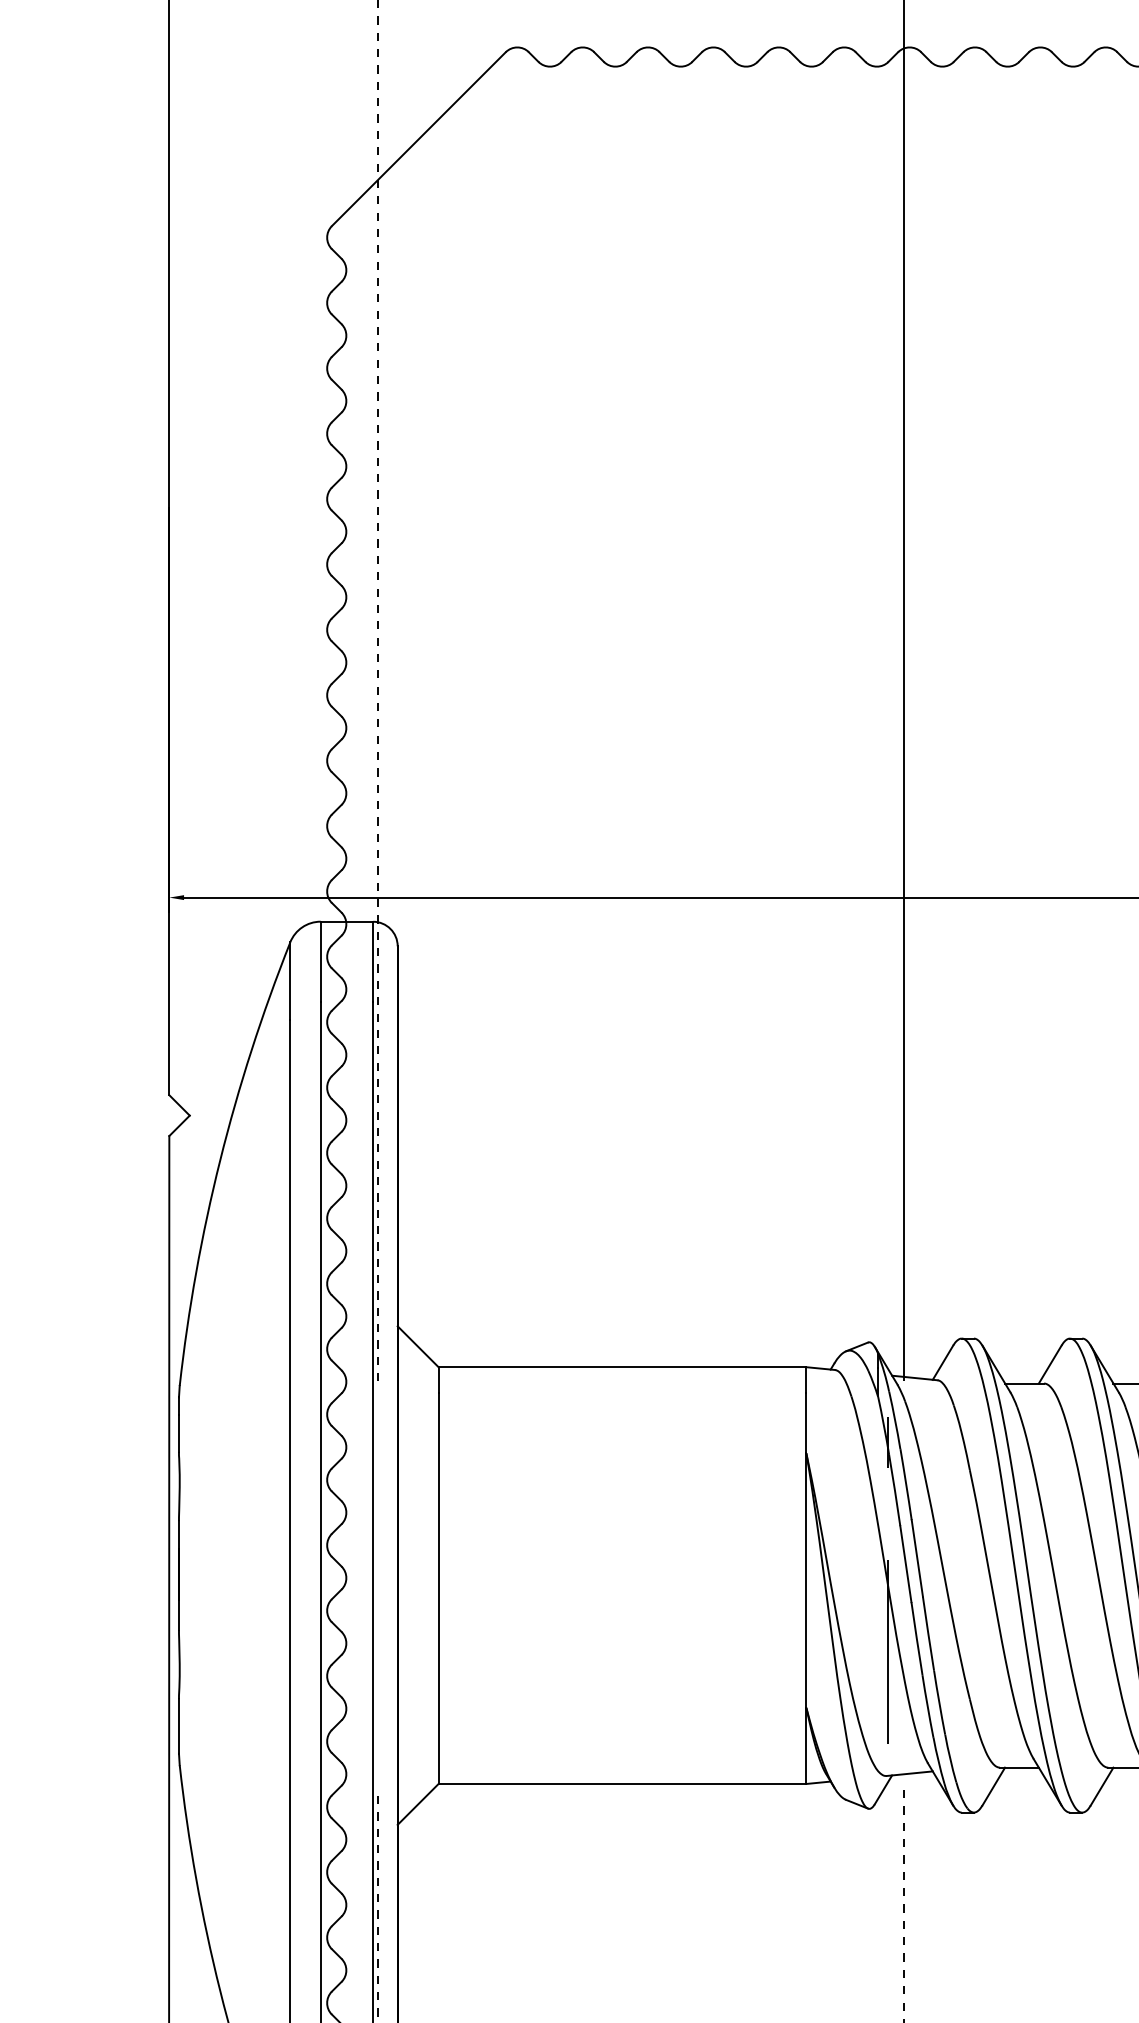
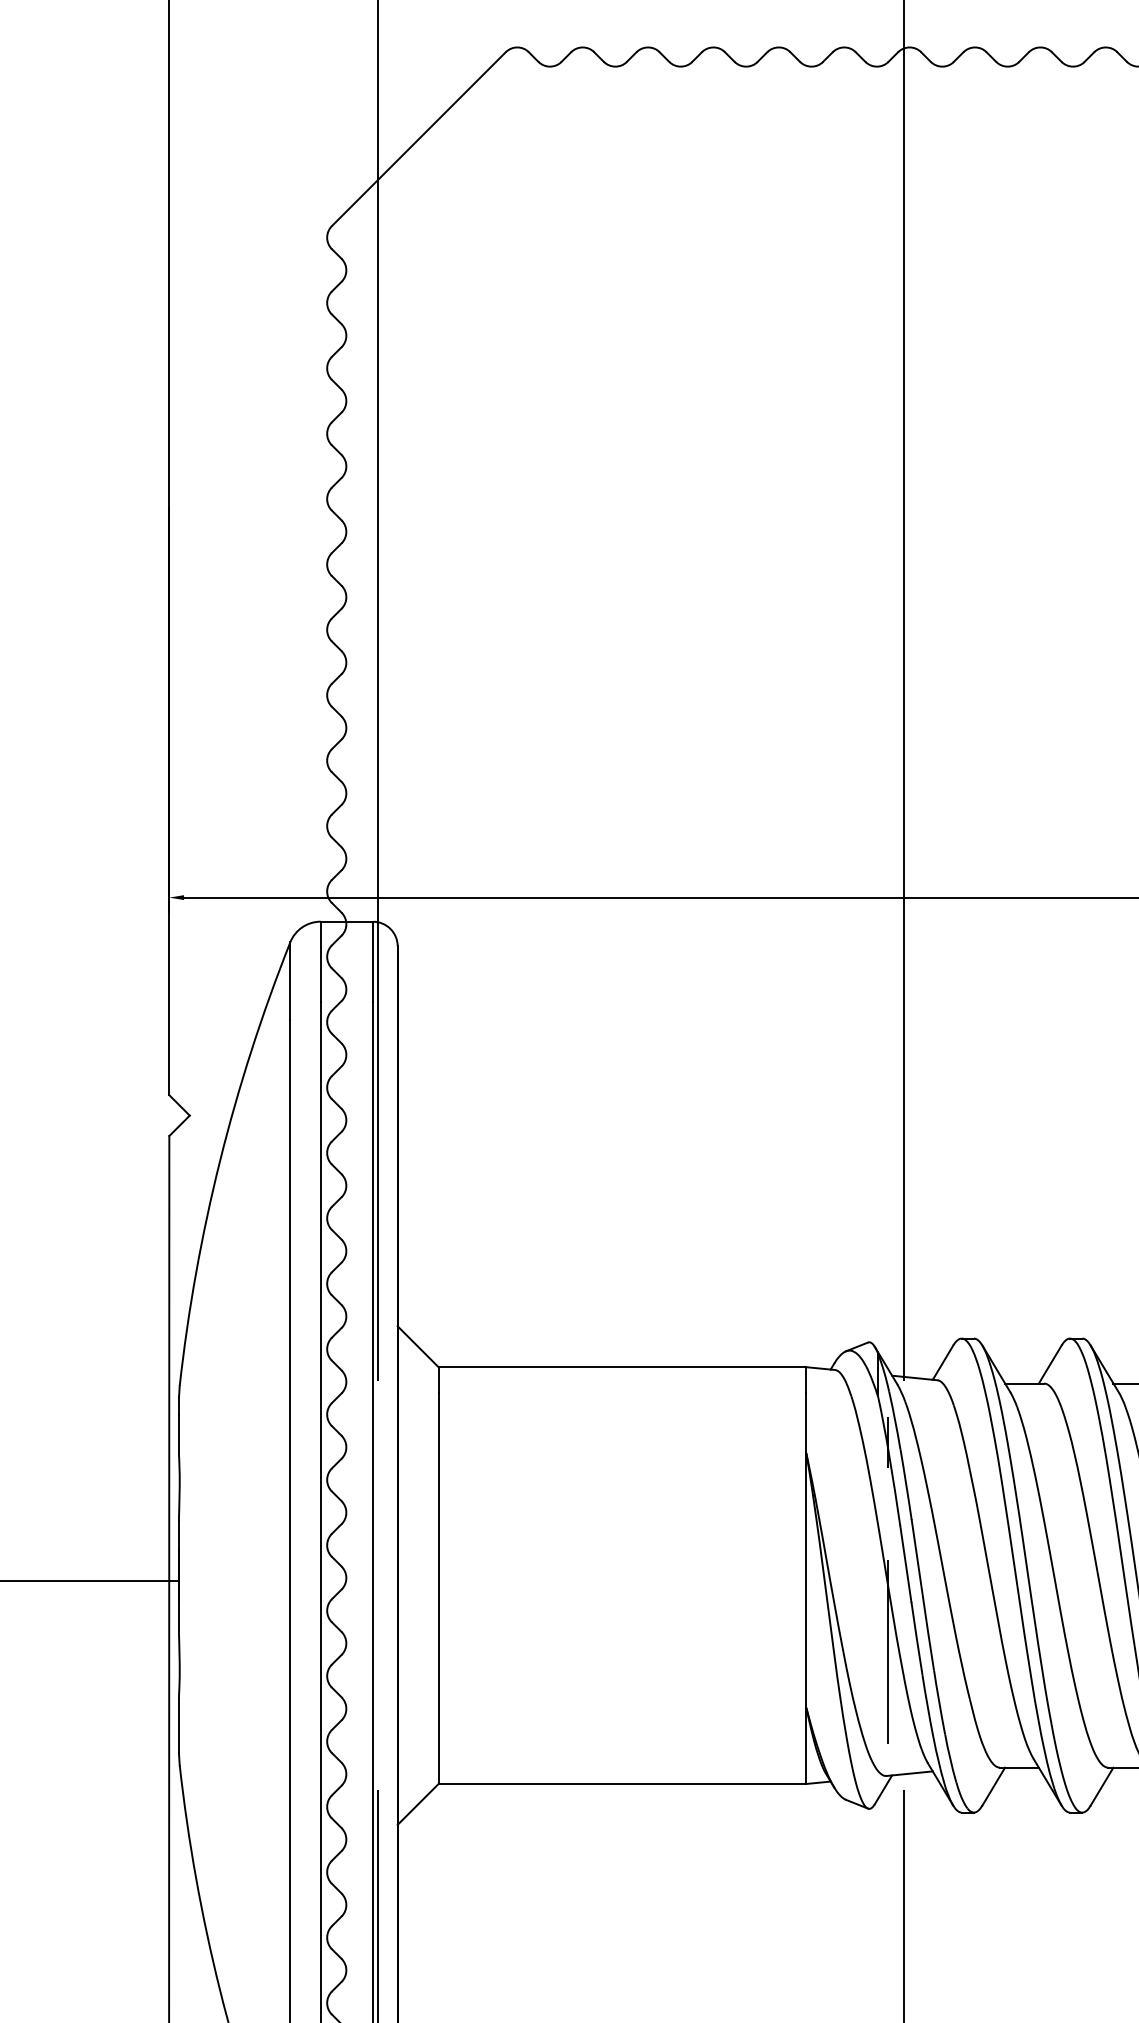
line at (378, 691): dashed -> solid
line at (90, 1580): none -> present
line at (378, 2022): dashed -> solid
